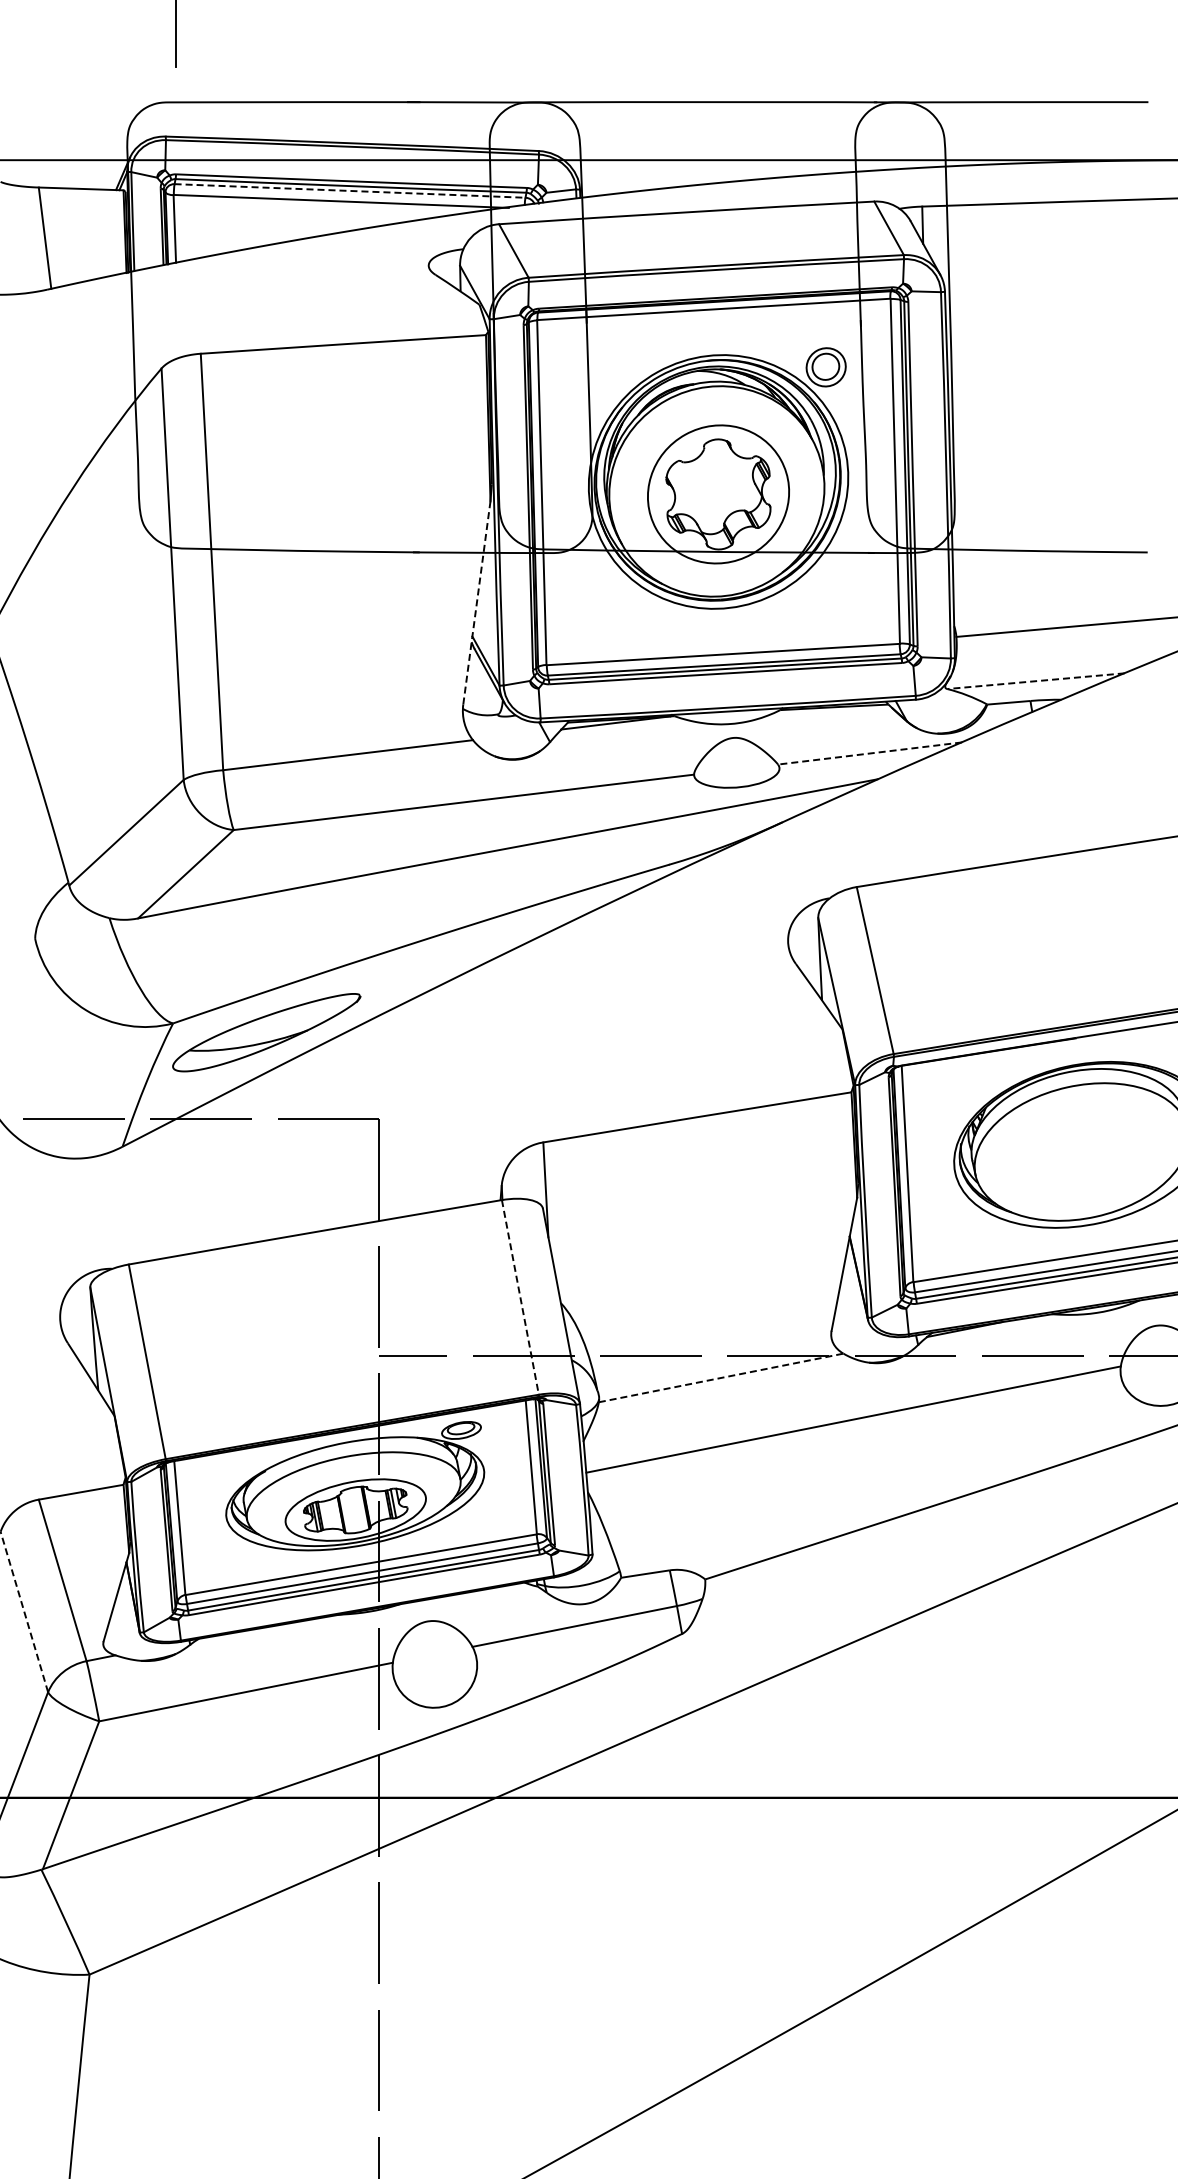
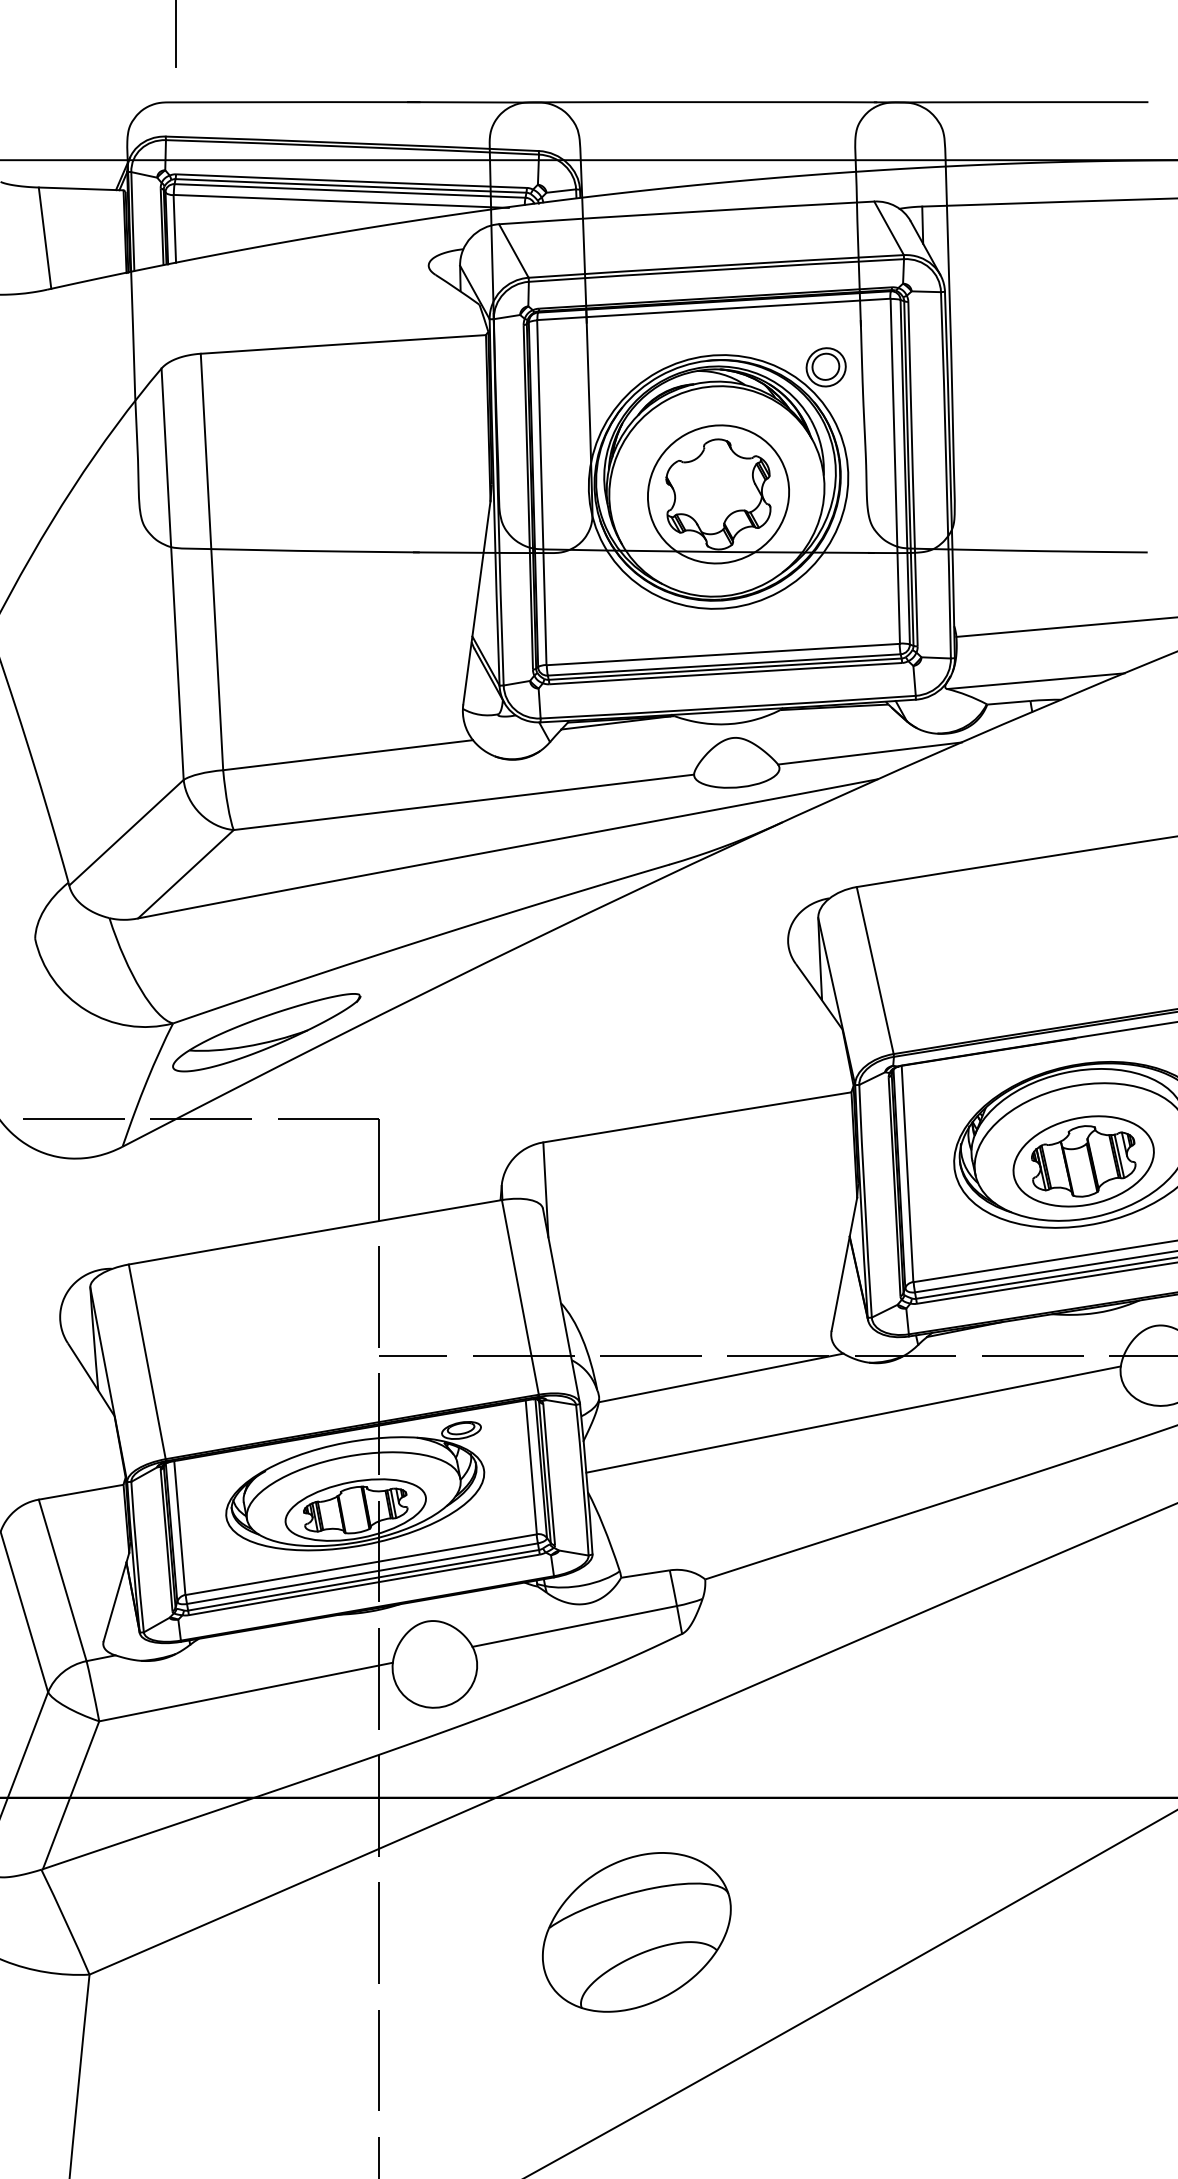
line at (350, 190): dashed -> solid
line at (476, 602): dashed -> solid
line at (1035, 681): dashed -> solid
line at (870, 753): dashed -> solid
part at (1083, 1161): none -> present
line at (520, 1297): dashed -> solid
line at (721, 1377): dashed -> solid
line at (24, 1612): dashed -> solid
part at (636, 1932): none -> present
